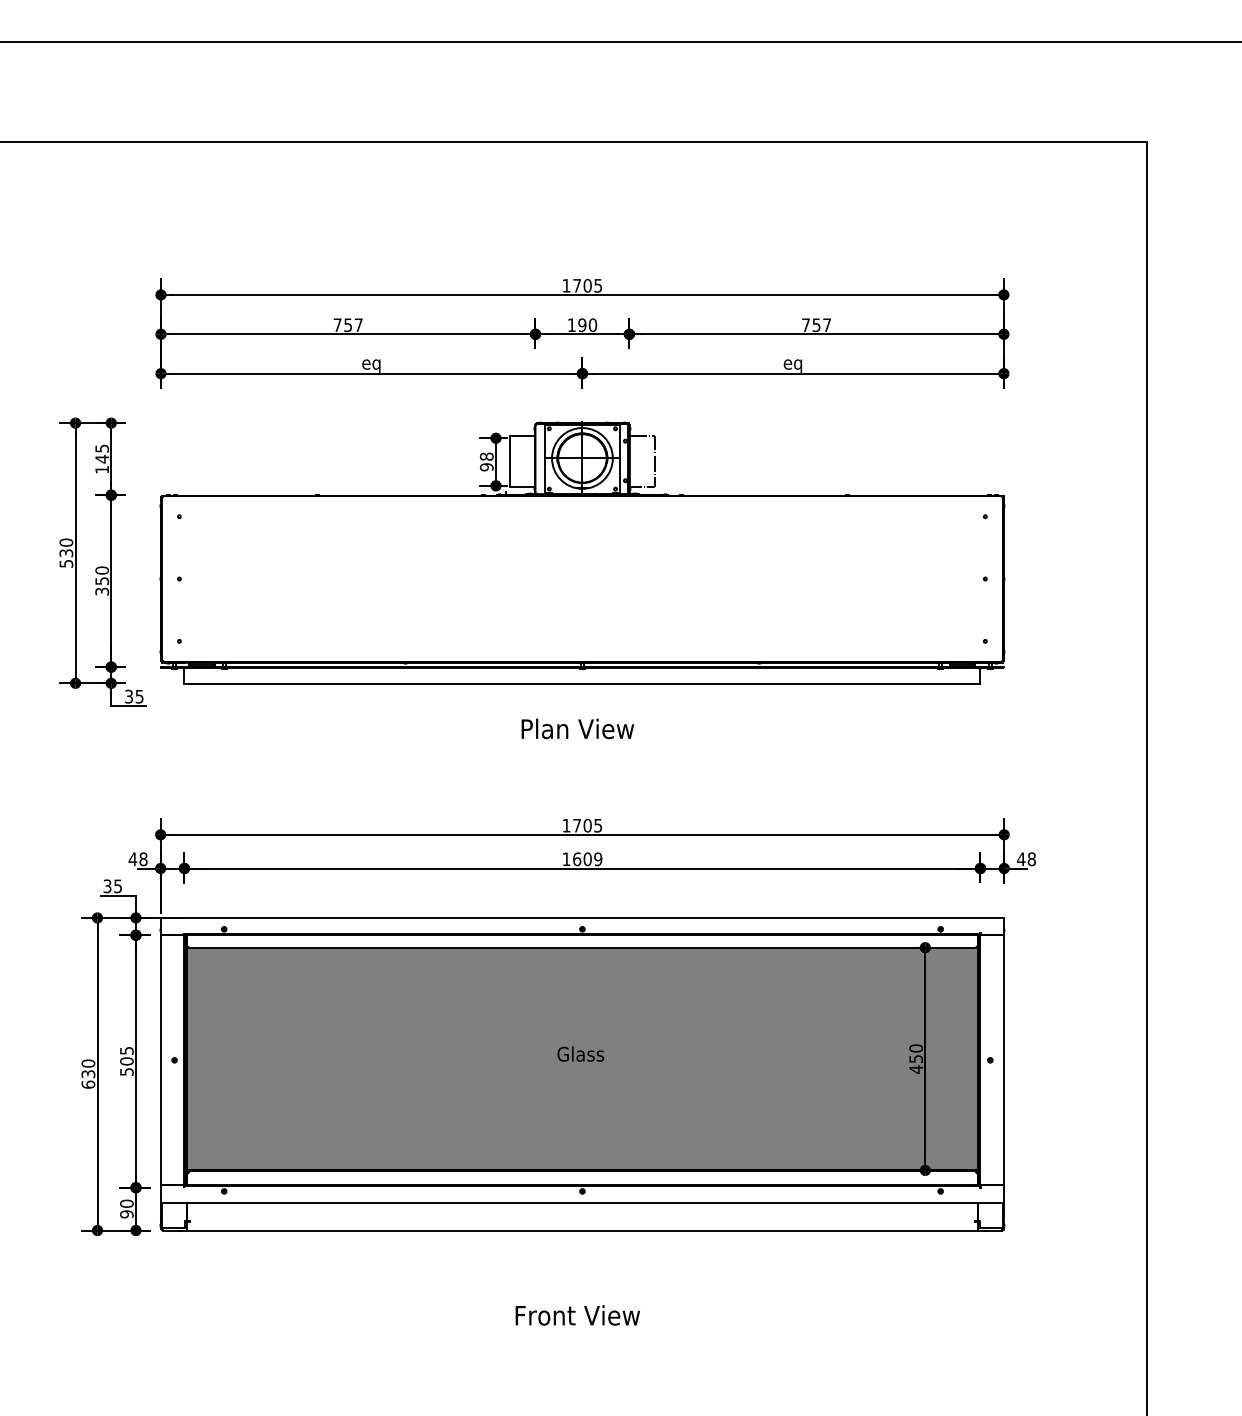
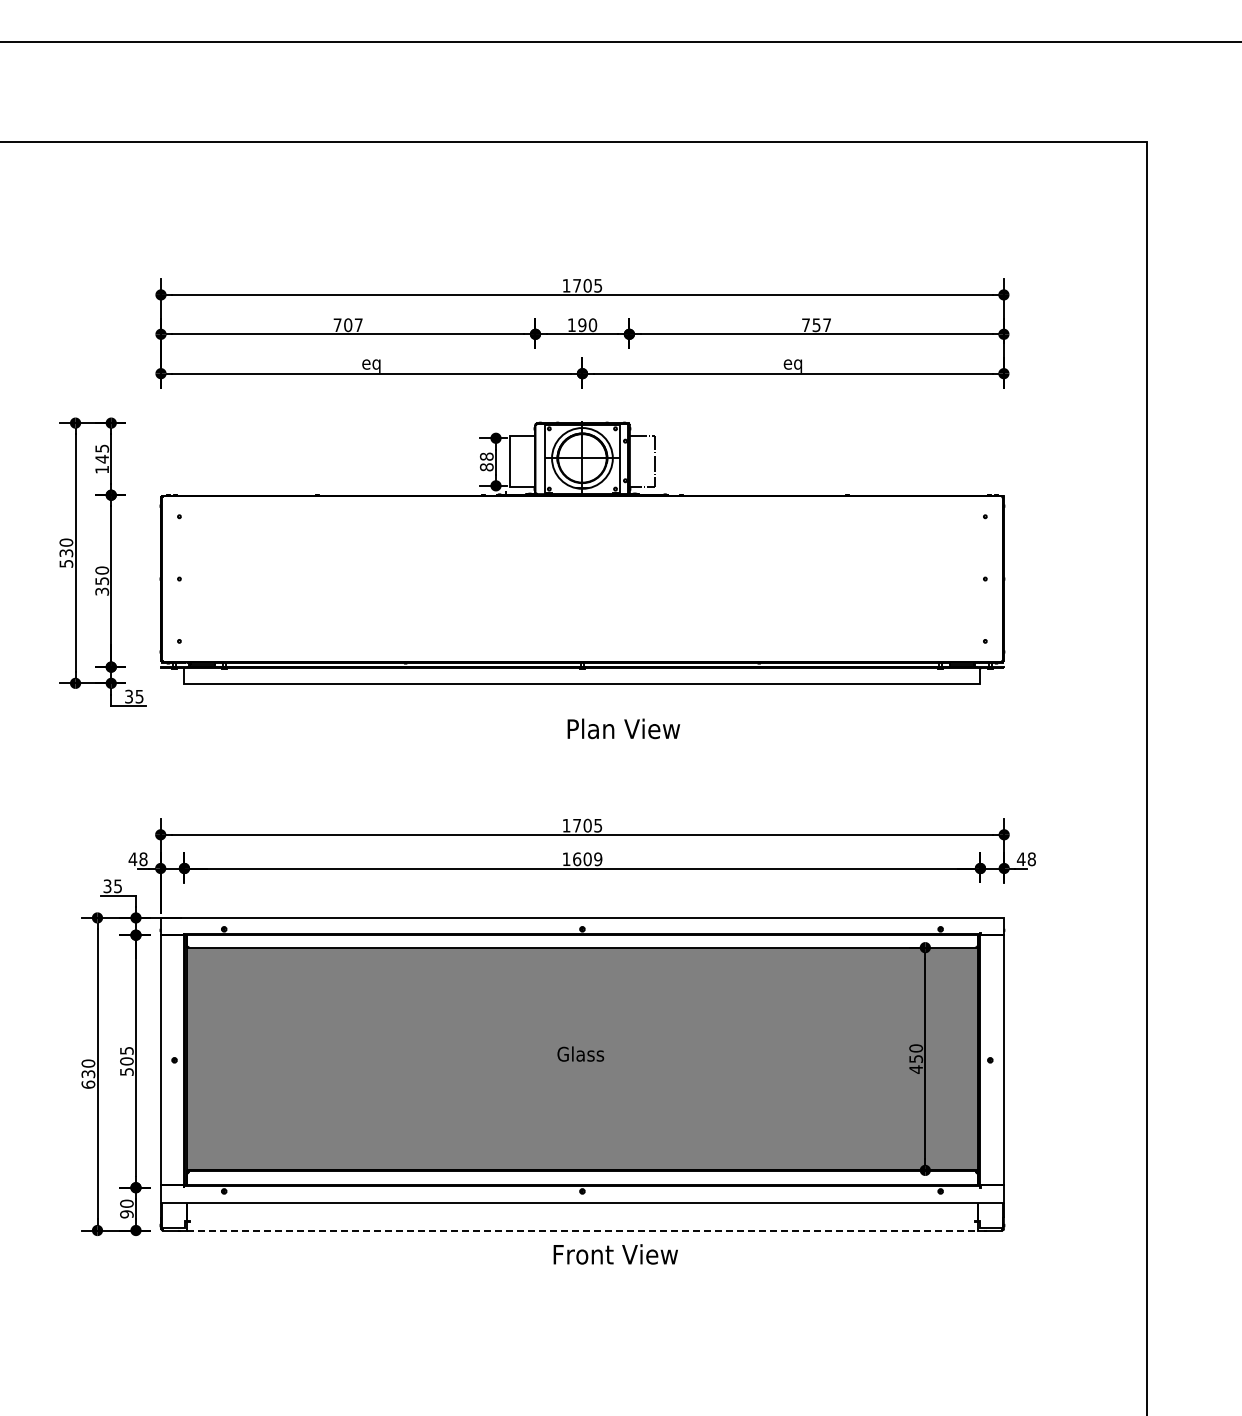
text at (348, 325): 757 -> 707
text at (486, 467): 98 -> 88
text at (577, 728) position: (577, 728) -> (623, 728)
line at (582, 1230): solid -> dashed
text at (577, 1315) position: (577, 1315) -> (615, 1254)
